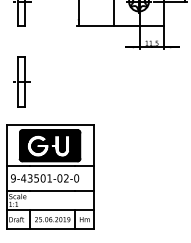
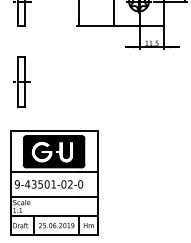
part at (50, 176) position: (50, 176) -> (54, 182)
